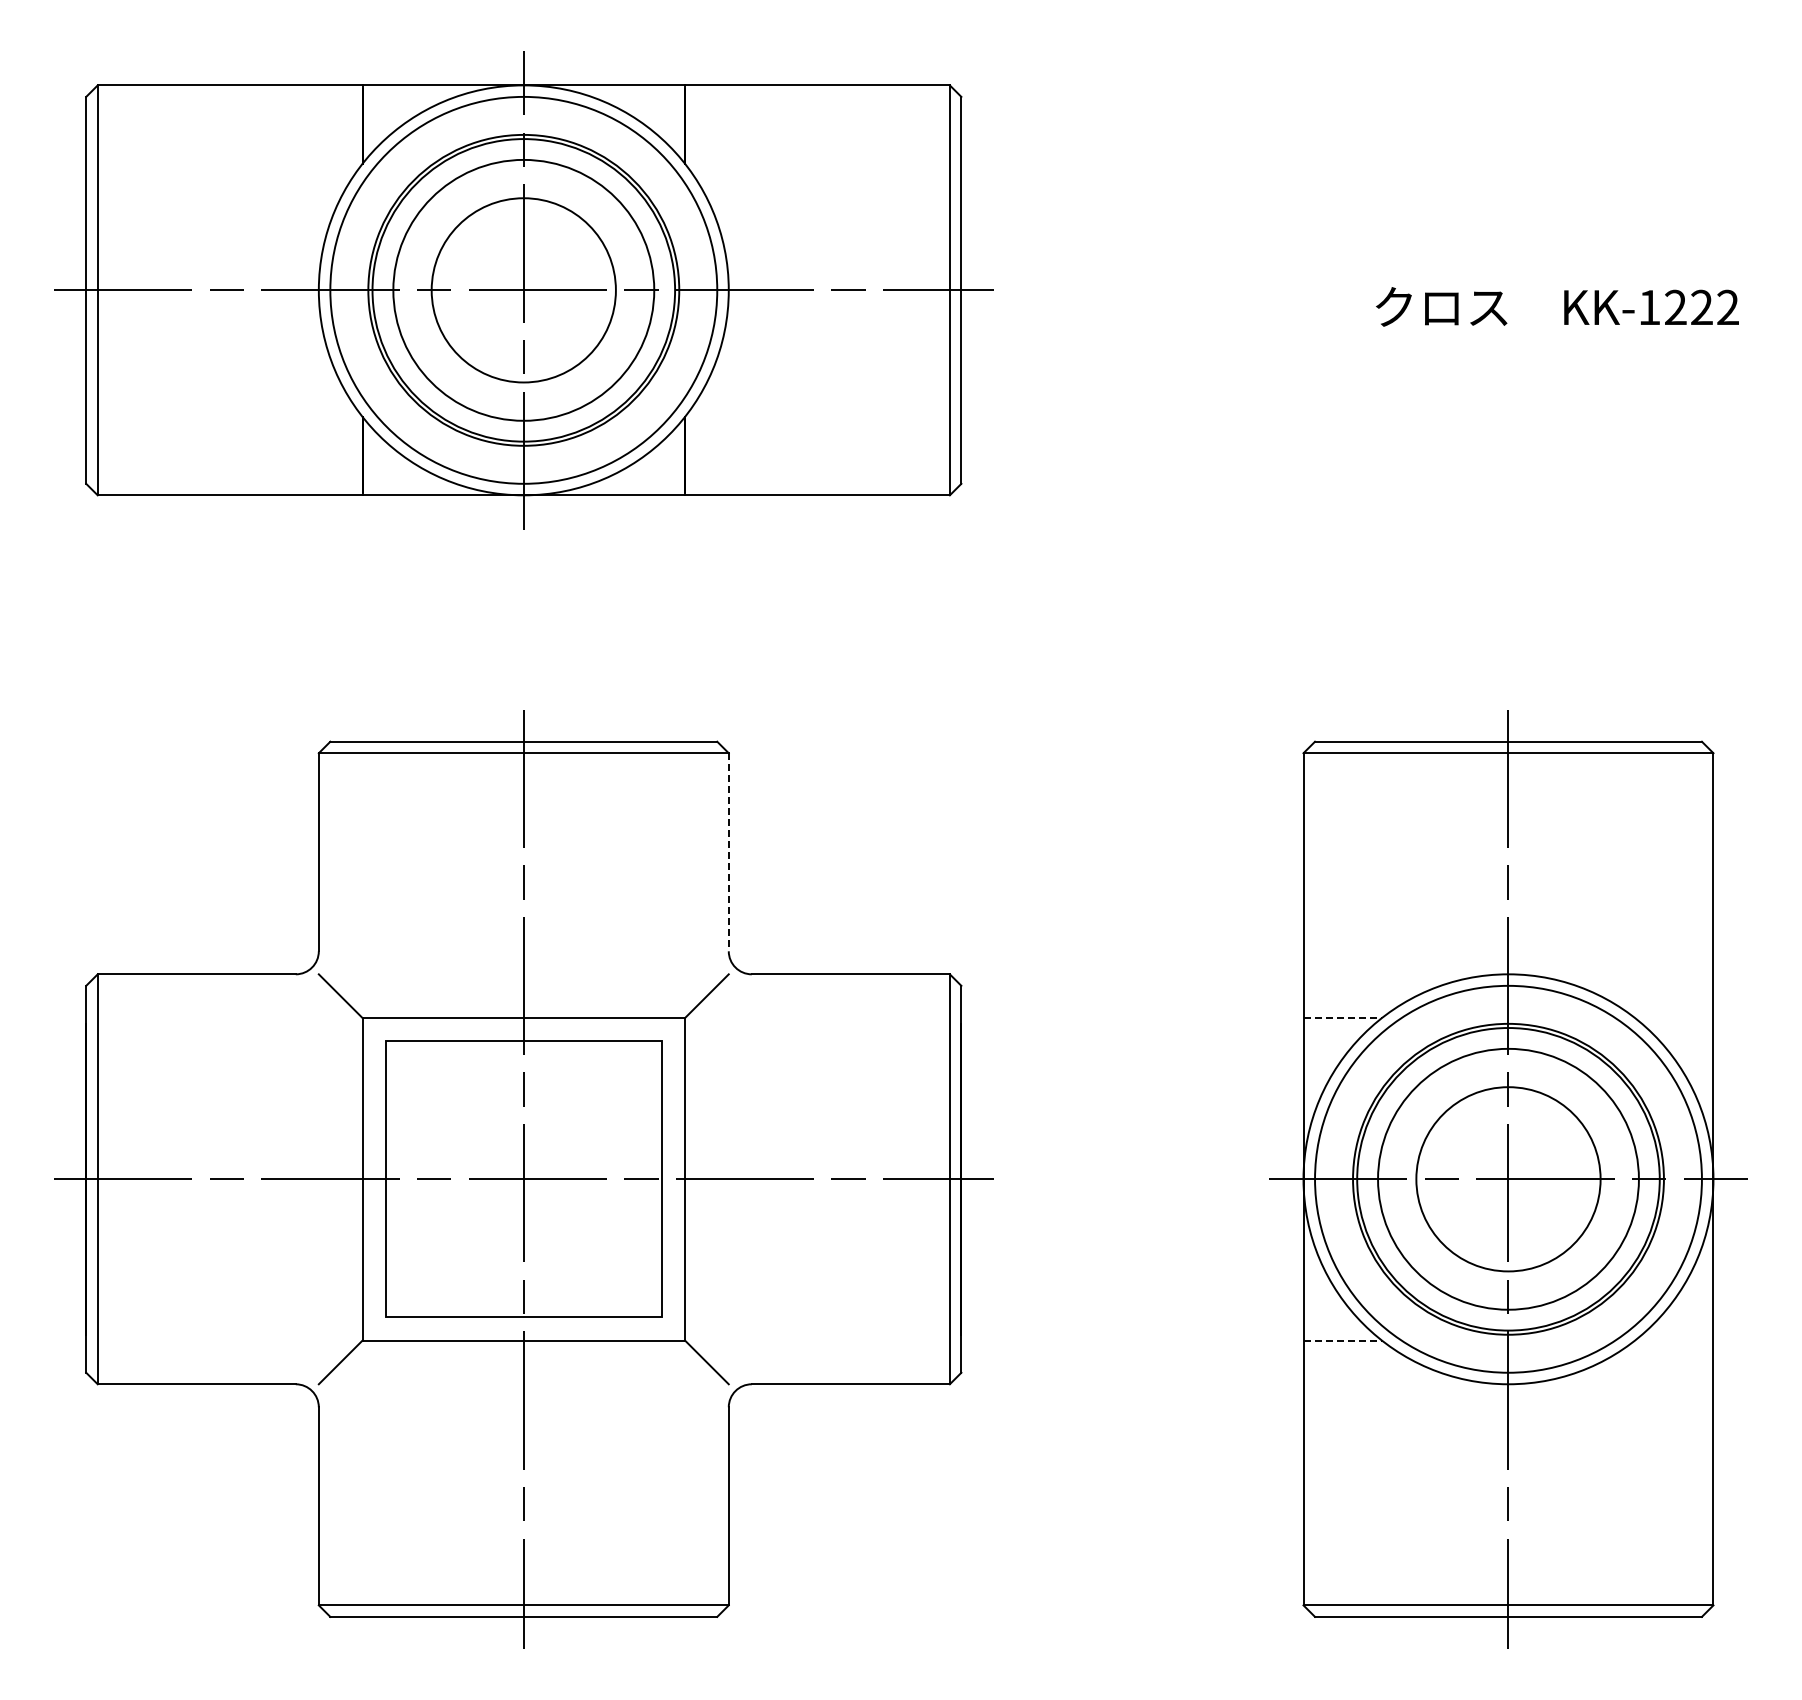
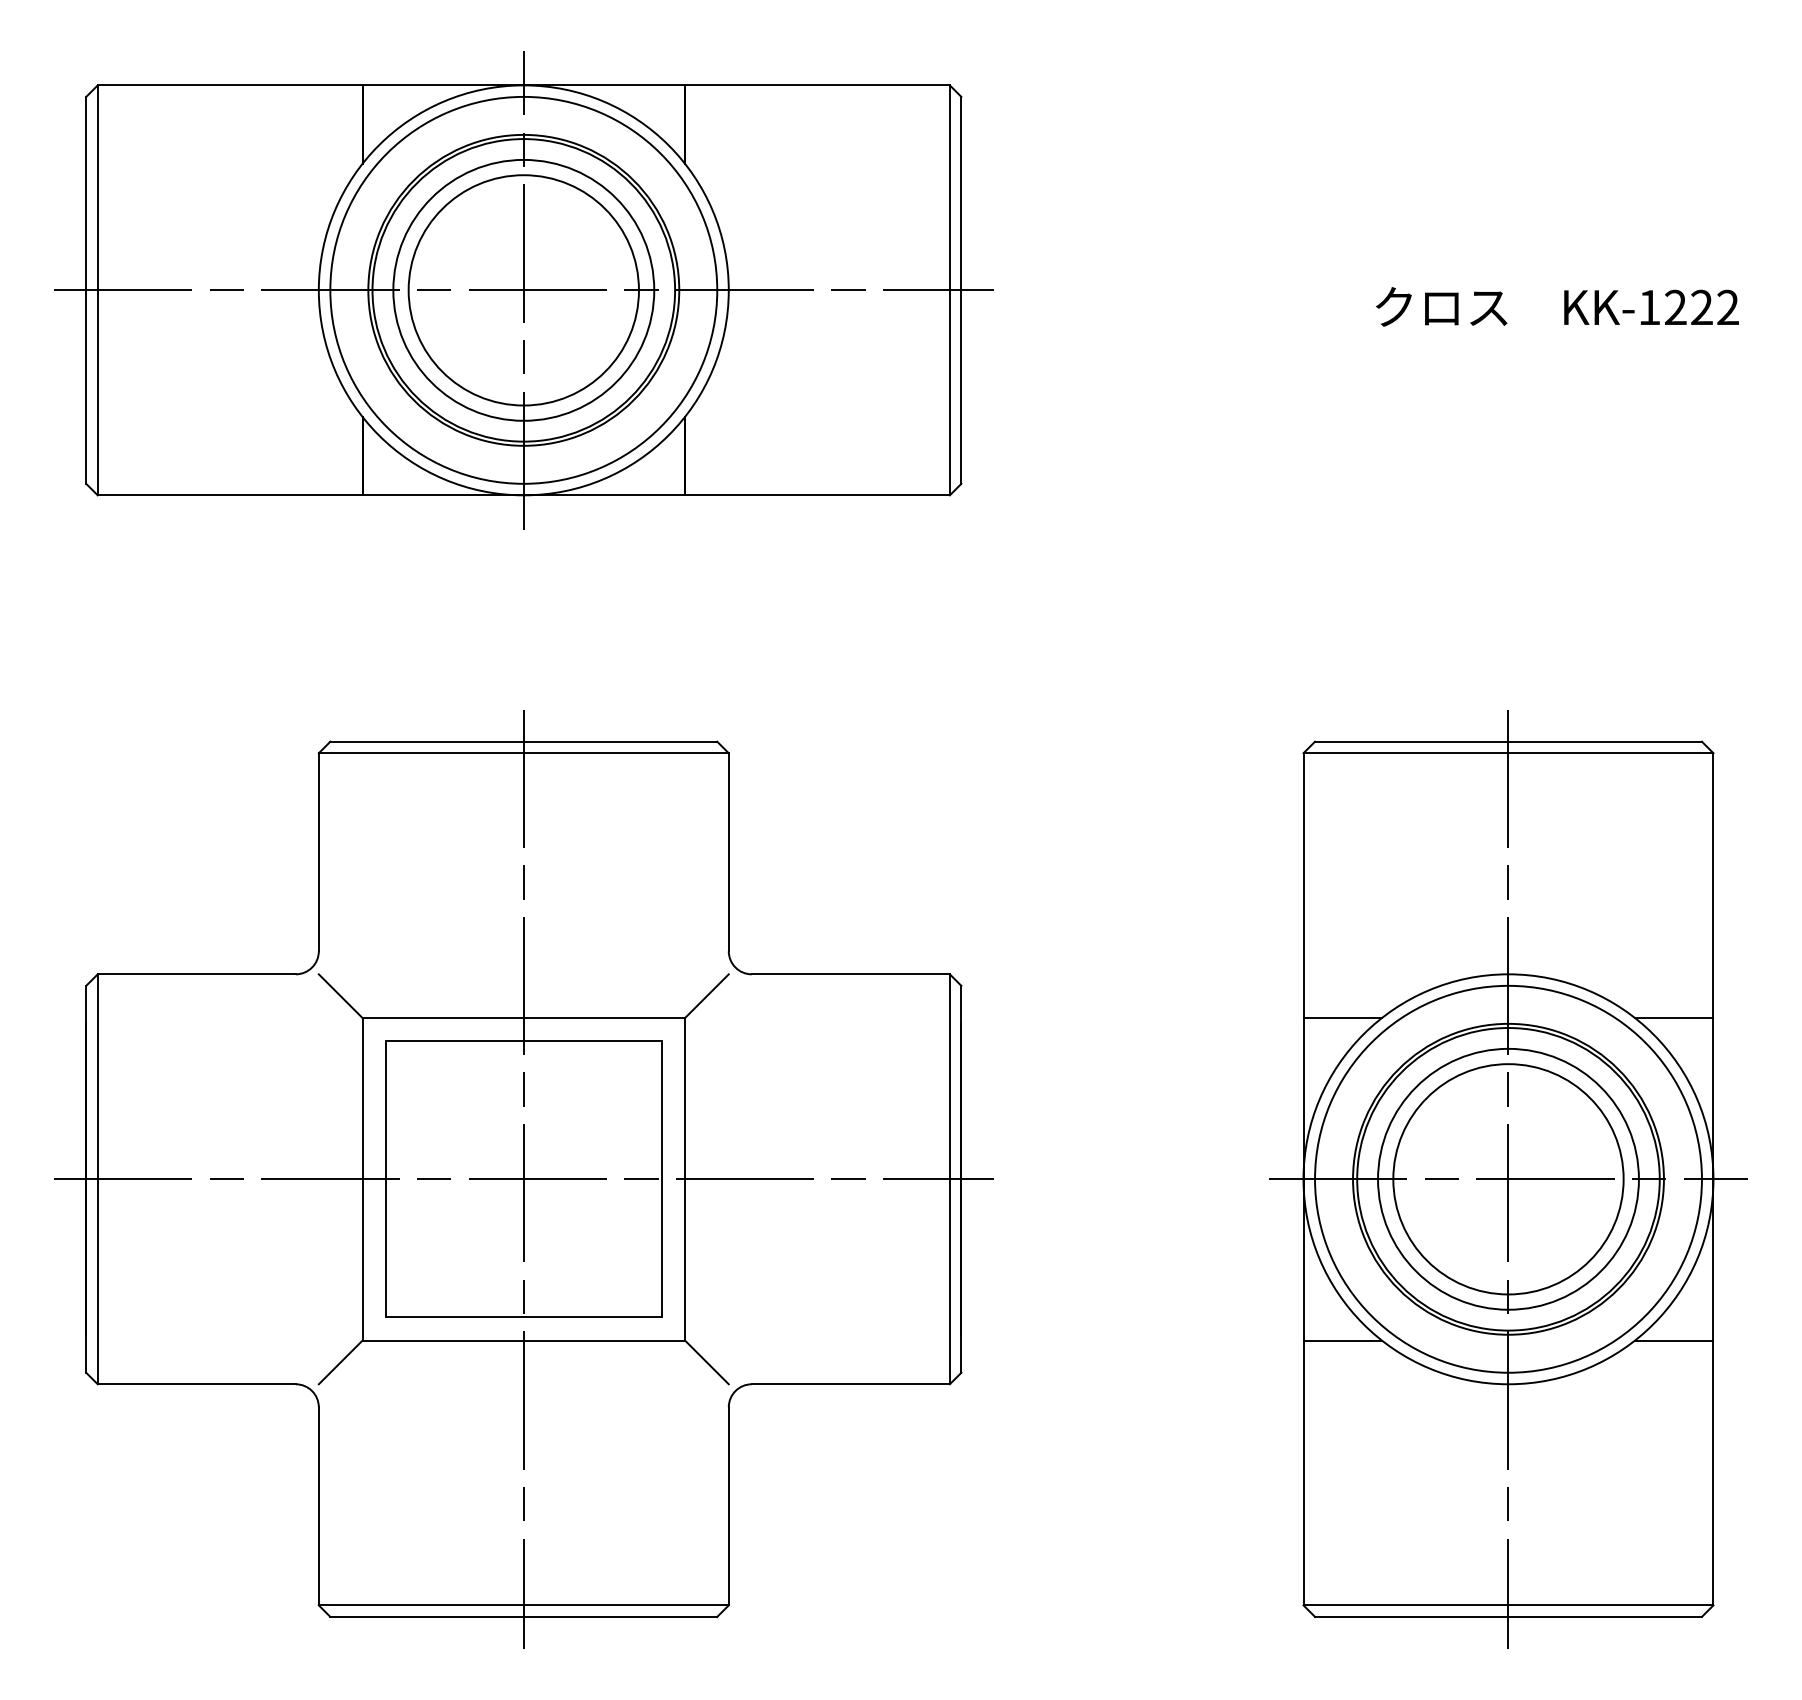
circle at (523, 290) diameter: 184 px -> 230 px
line at (728, 852): dashed -> solid
line at (1343, 1018): dashed -> solid
line at (1674, 1018): none -> present
circle at (1508, 1179) diameter: 184 px -> 230 px
line at (1343, 1340): dashed -> solid
line at (1674, 1340): none -> present
